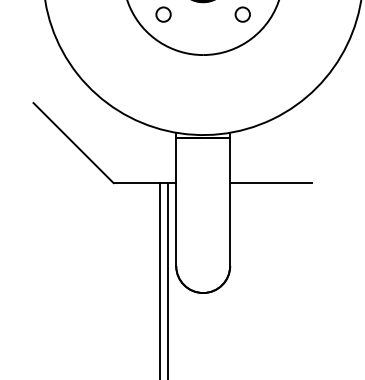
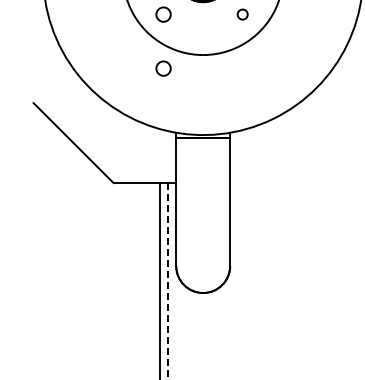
circle at (242, 14) size: 17x17 px -> 13x13 px
circle at (163, 68): none -> present
line at (271, 183): present -> none
line at (168, 281): solid -> dashed
